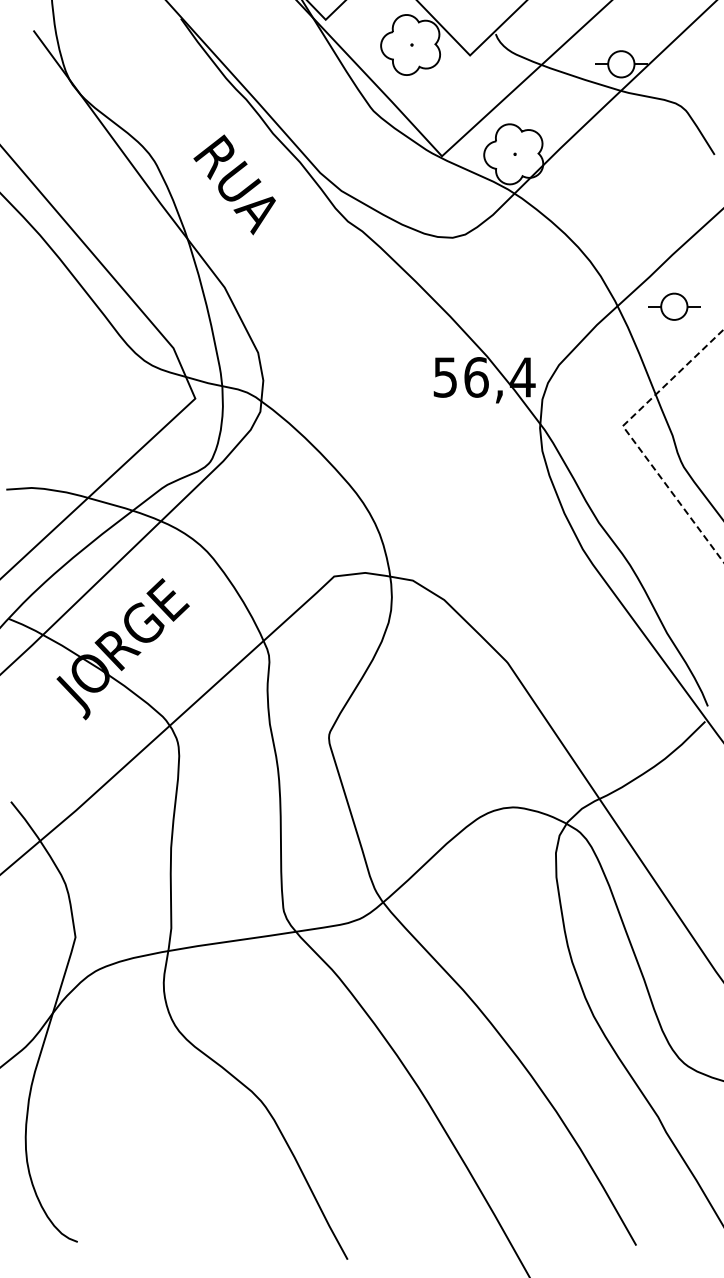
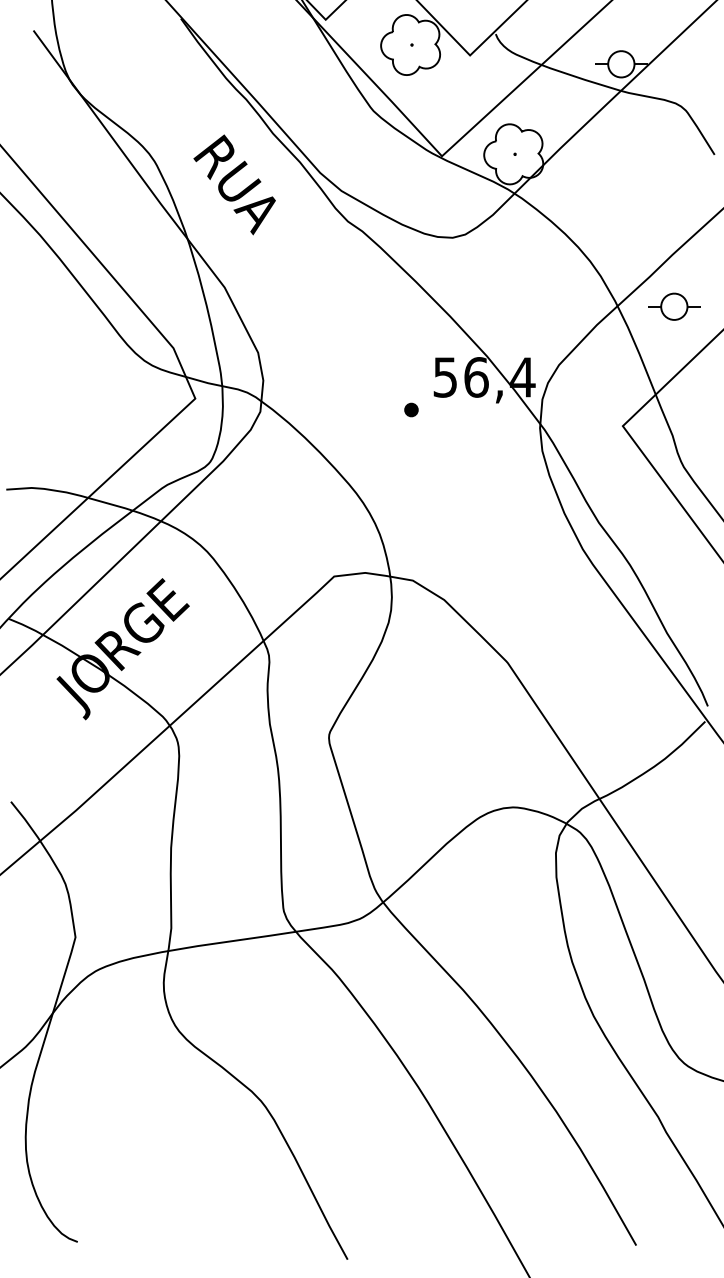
part at (411, 409): none -> present
line at (631, 438): dashed -> solid
